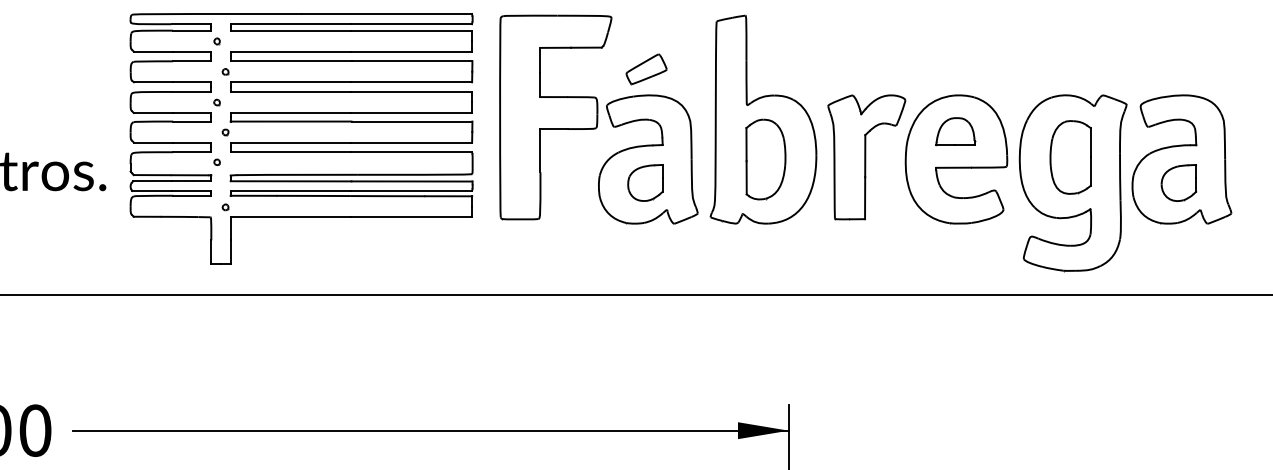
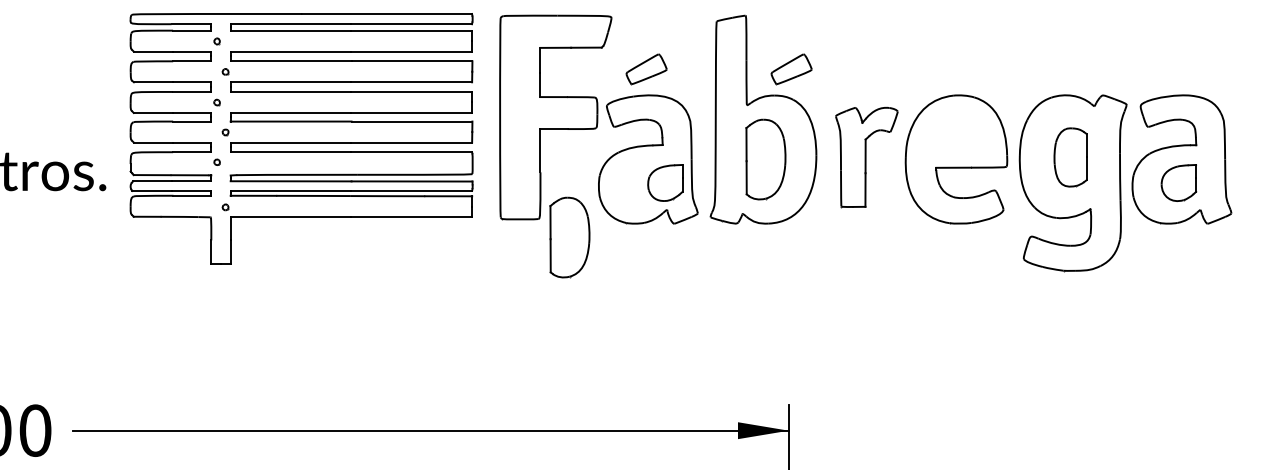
part at (791, 69): none -> present
part at (955, 131): present -> none
part at (866, 157) size: 80x127 px -> 64x103 px
part at (1070, 157) size: 43x75 px -> 35x61 px
part at (645, 182) position: (645, 182) -> (665, 182)
part at (569, 237): none -> present
line at (635, 294): present -> none
